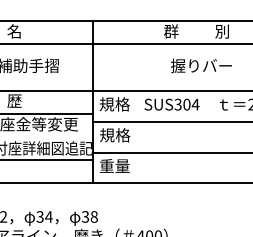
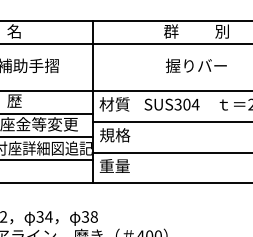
text at (201, 65) position: (201, 65) -> (196, 65)
text at (114, 104): 規格 -> 材質
line at (47, 137): none -> present
